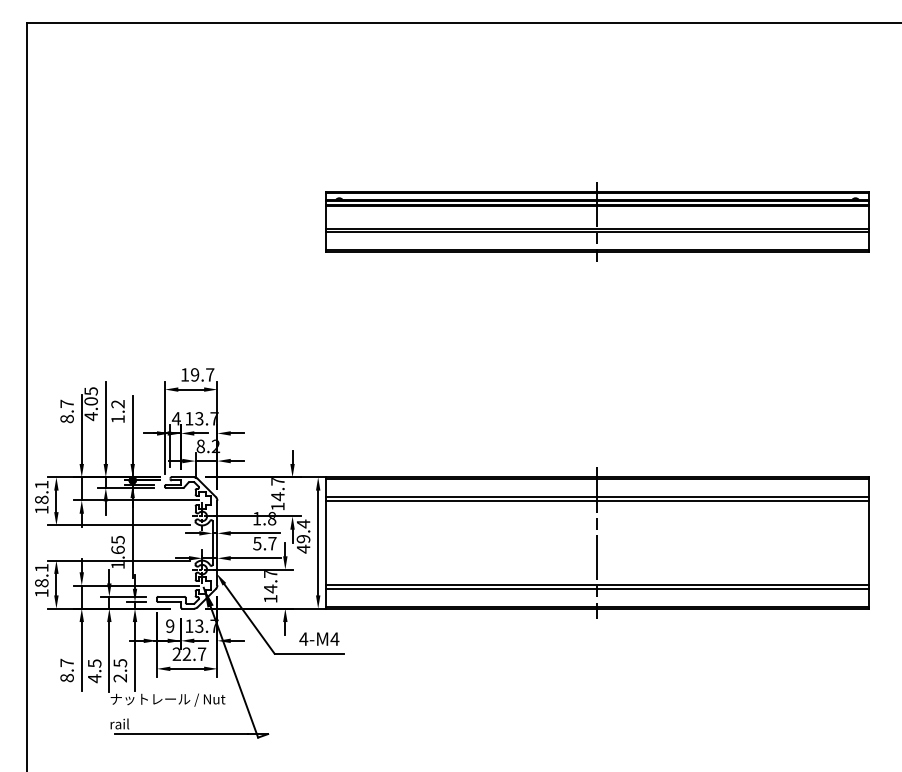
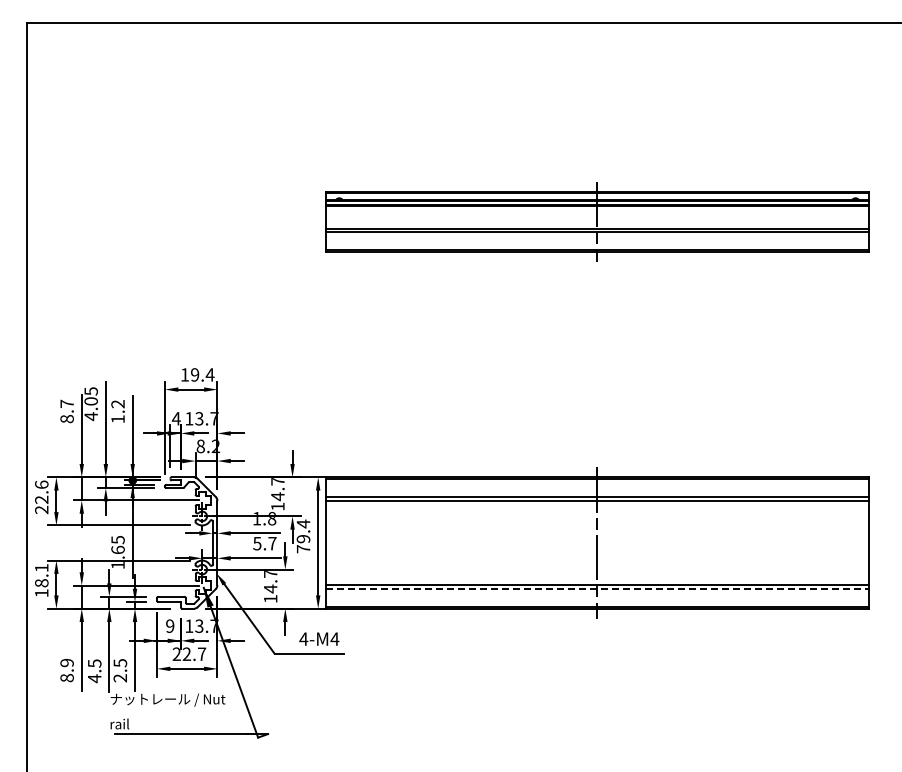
text at (209, 374): 19.7 -> 19.4
text at (41, 497): 18.1 -> 22.6
text at (303, 548): 49.4 -> 79.4
line at (597, 589): solid -> dashed
text at (66, 662): 8.7 -> 8.9
